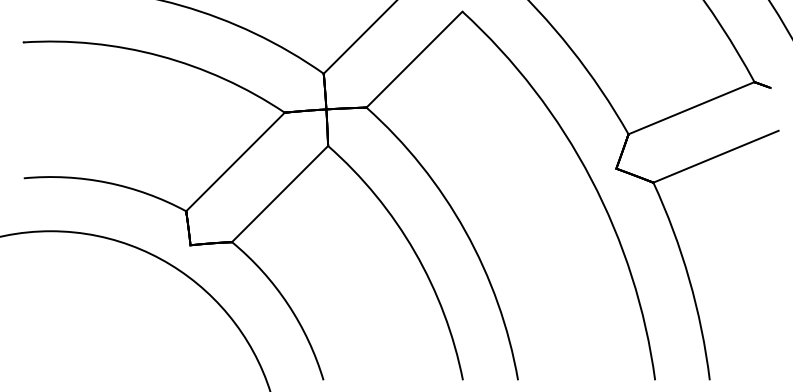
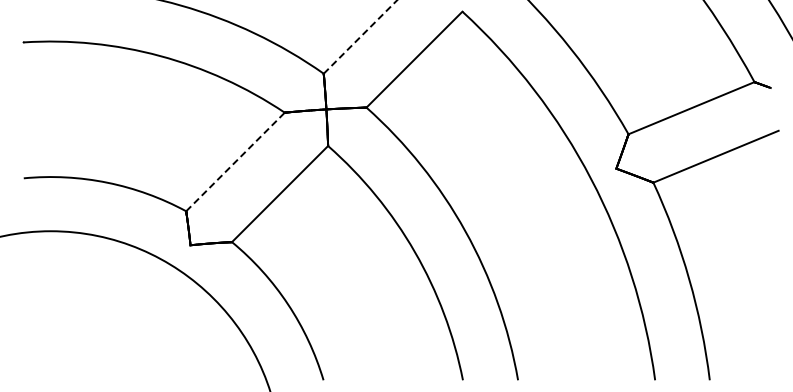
line at (360, 37): solid -> dashed
line at (235, 162): solid -> dashed
